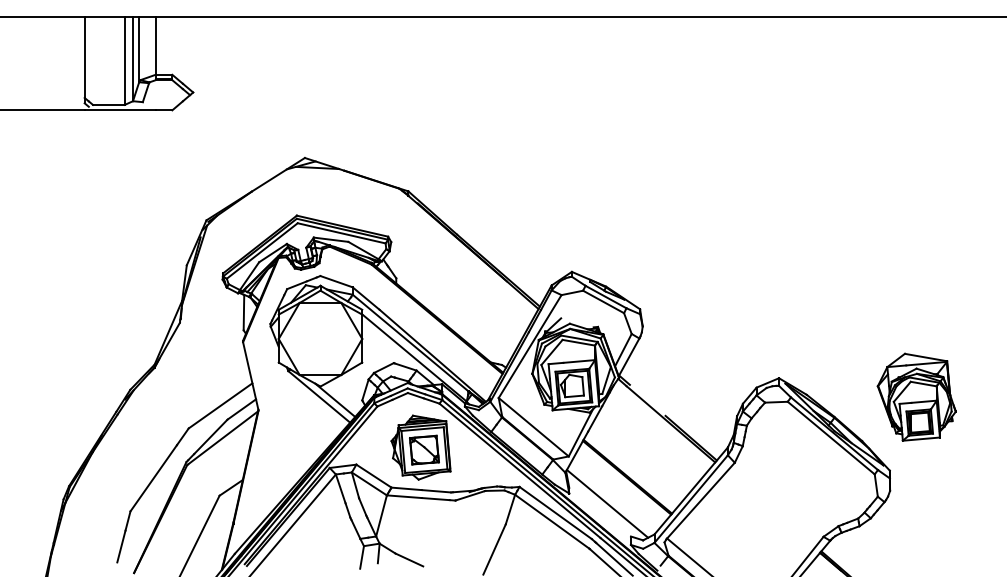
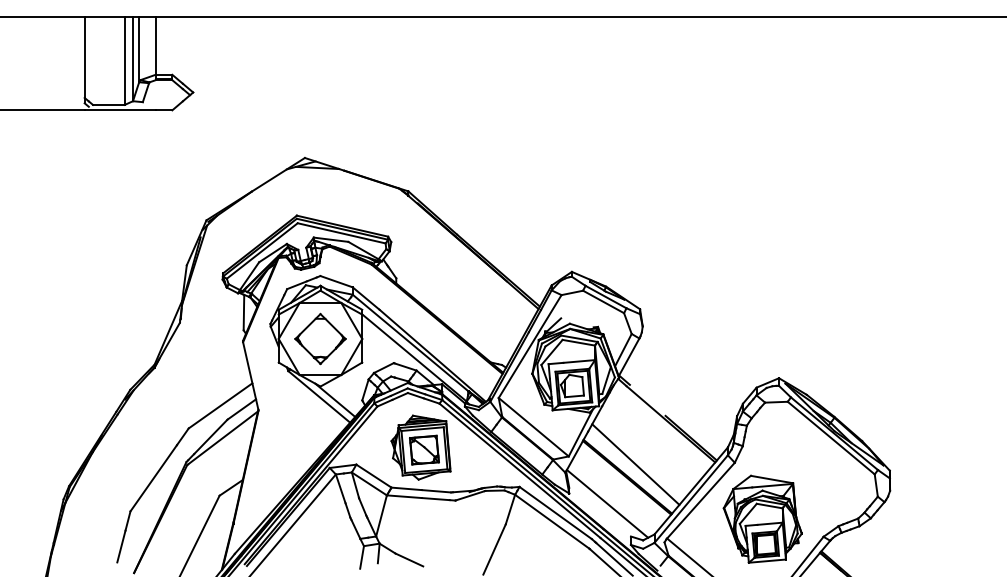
part at (320, 338): none -> present
part at (916, 396) position: (916, 396) -> (762, 518)
line at (635, 464): none -> present
